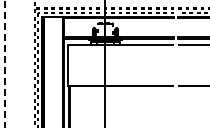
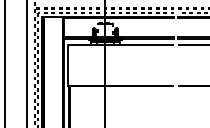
line at (4, 63): dashed -> solid
line at (27, 63): none -> present
